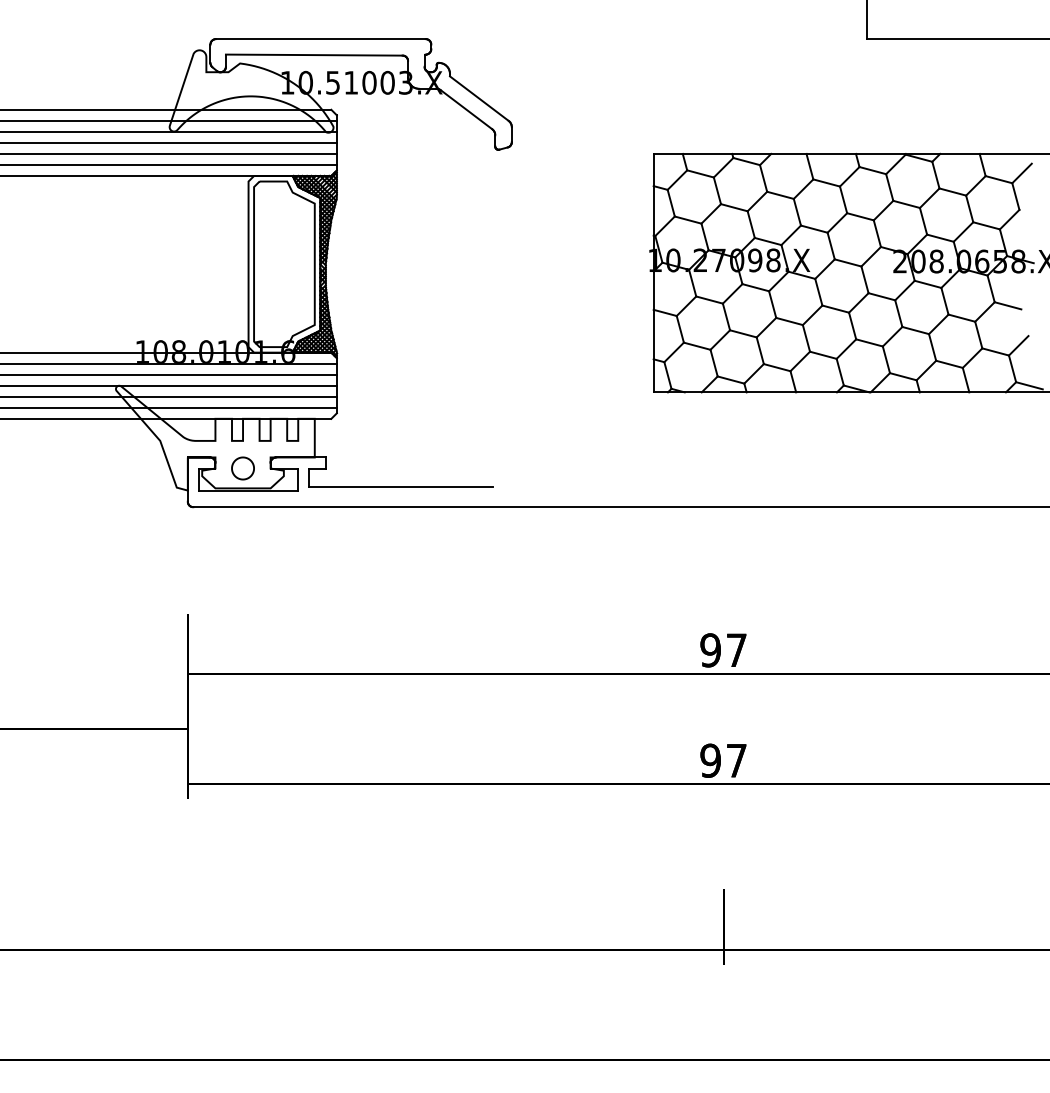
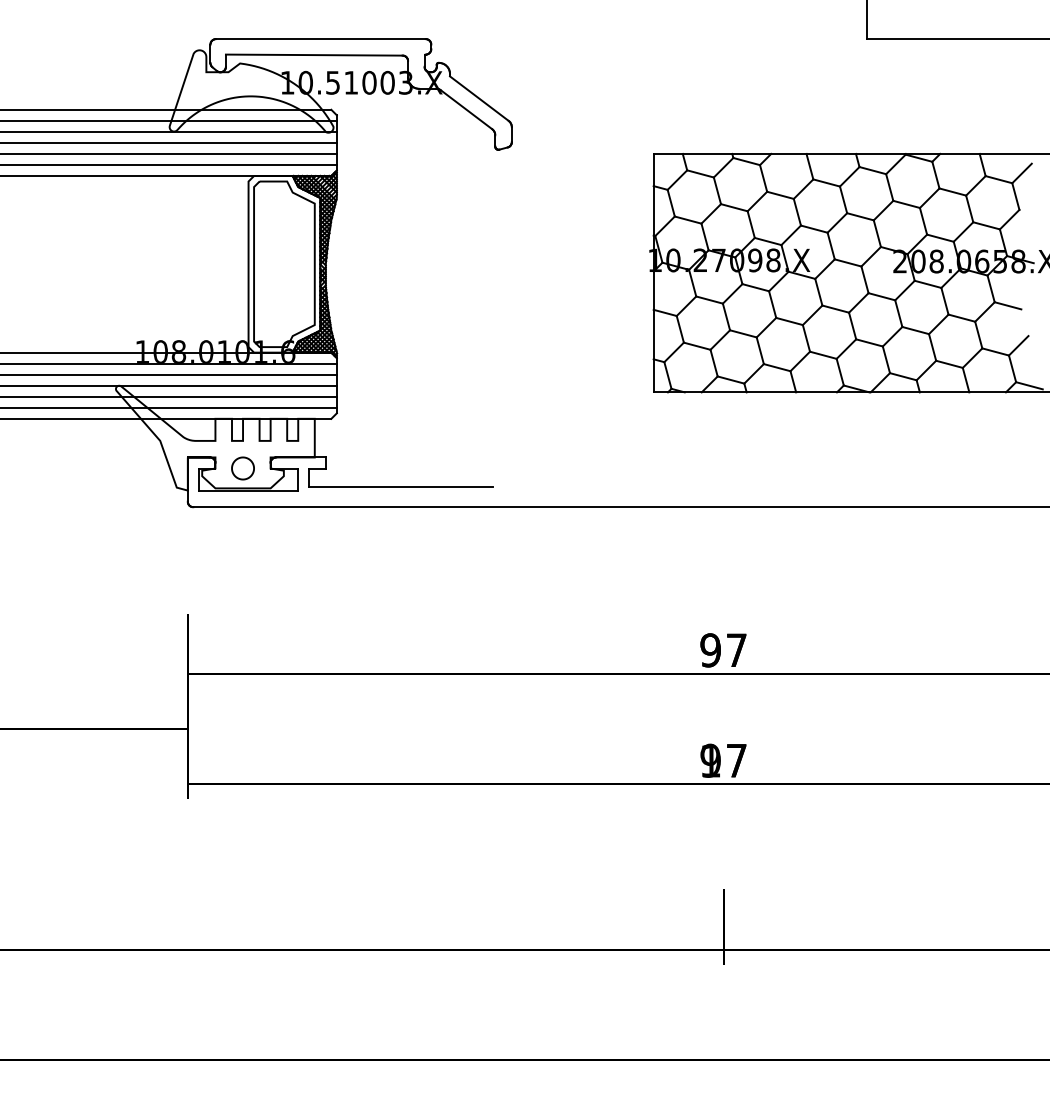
text at (710, 760): 97 -> 17
